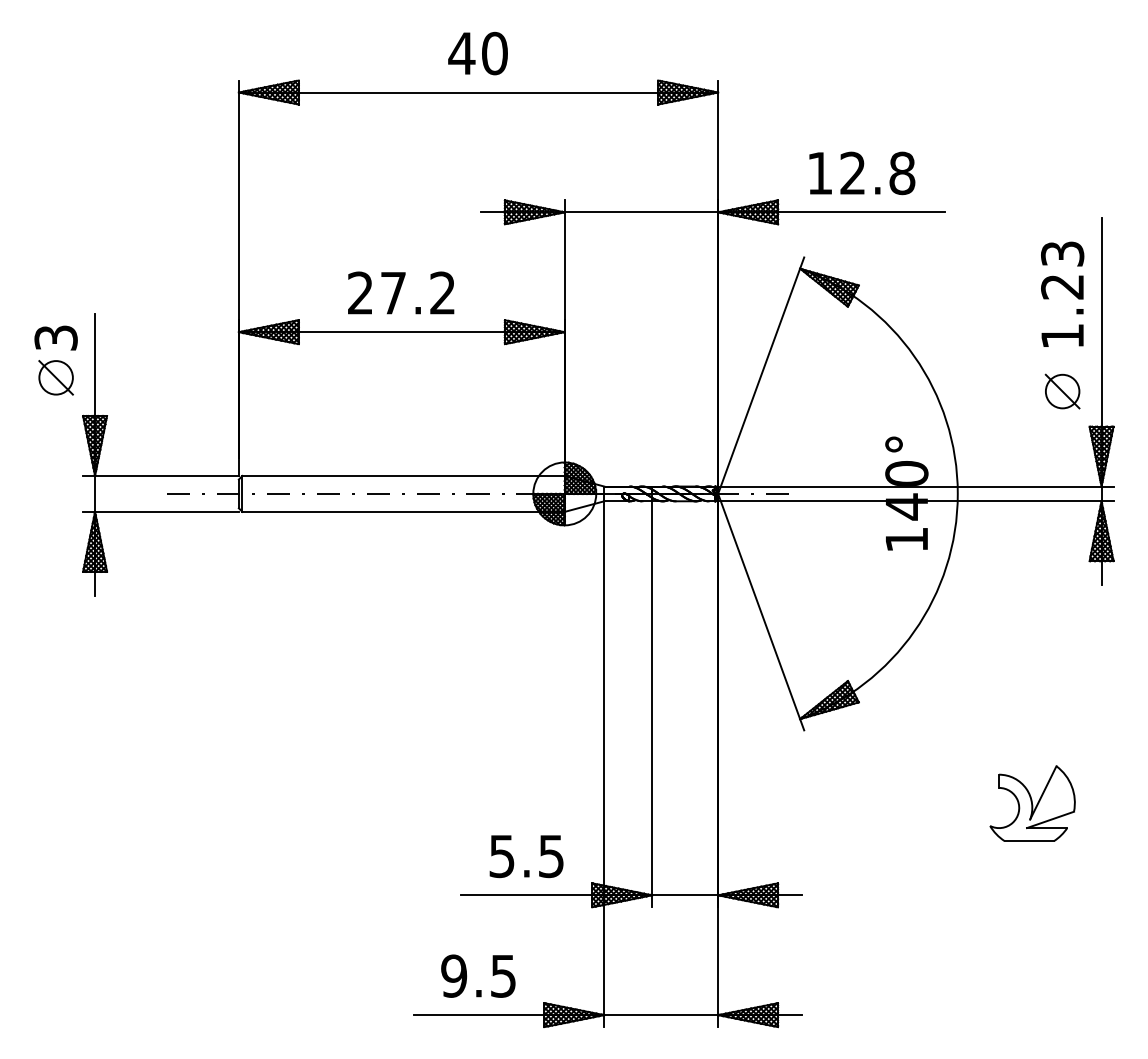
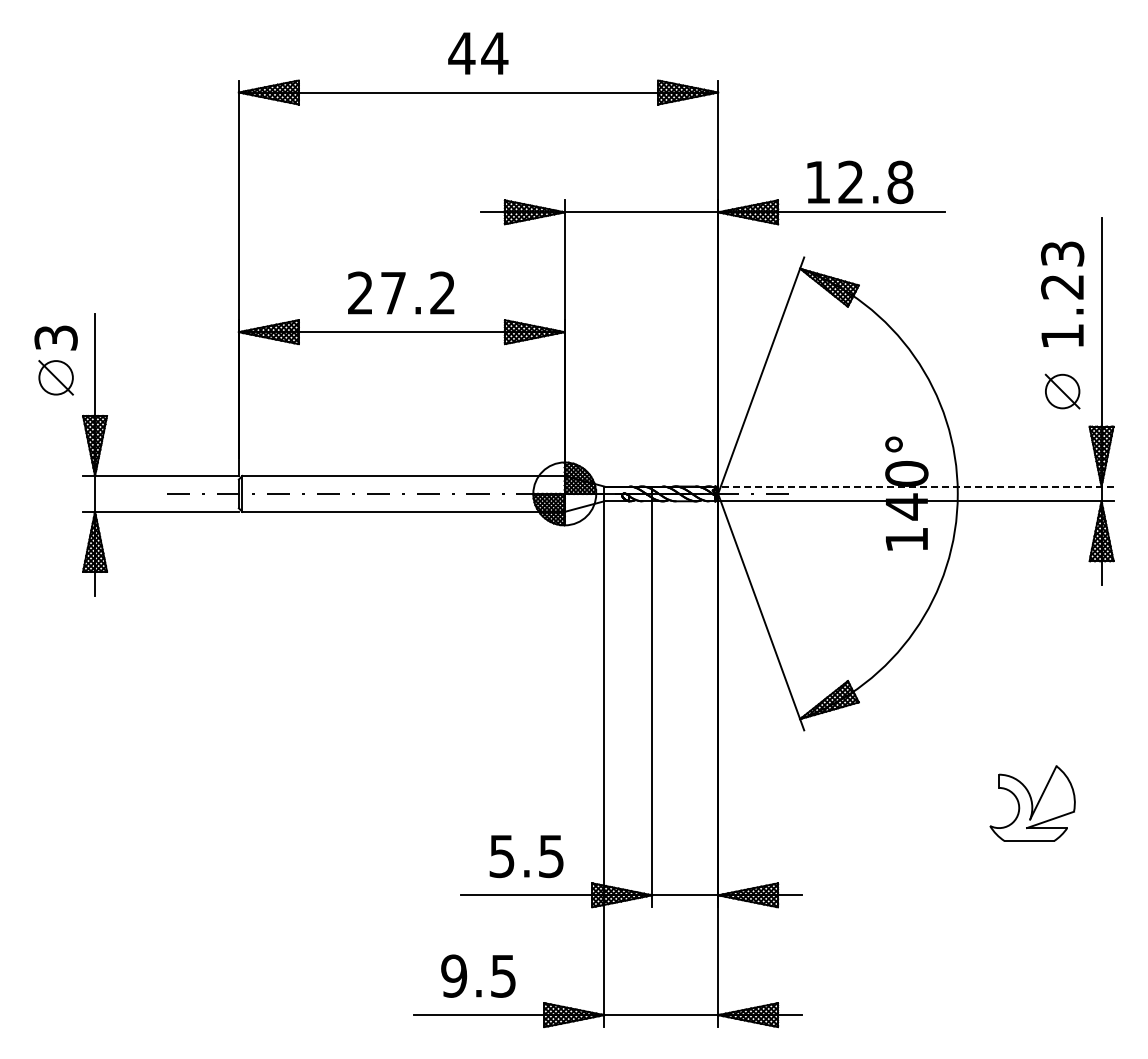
text at (494, 53): 40 -> 44
text at (862, 173) position: (862, 173) -> (860, 182)
line at (914, 486): solid -> dashed
